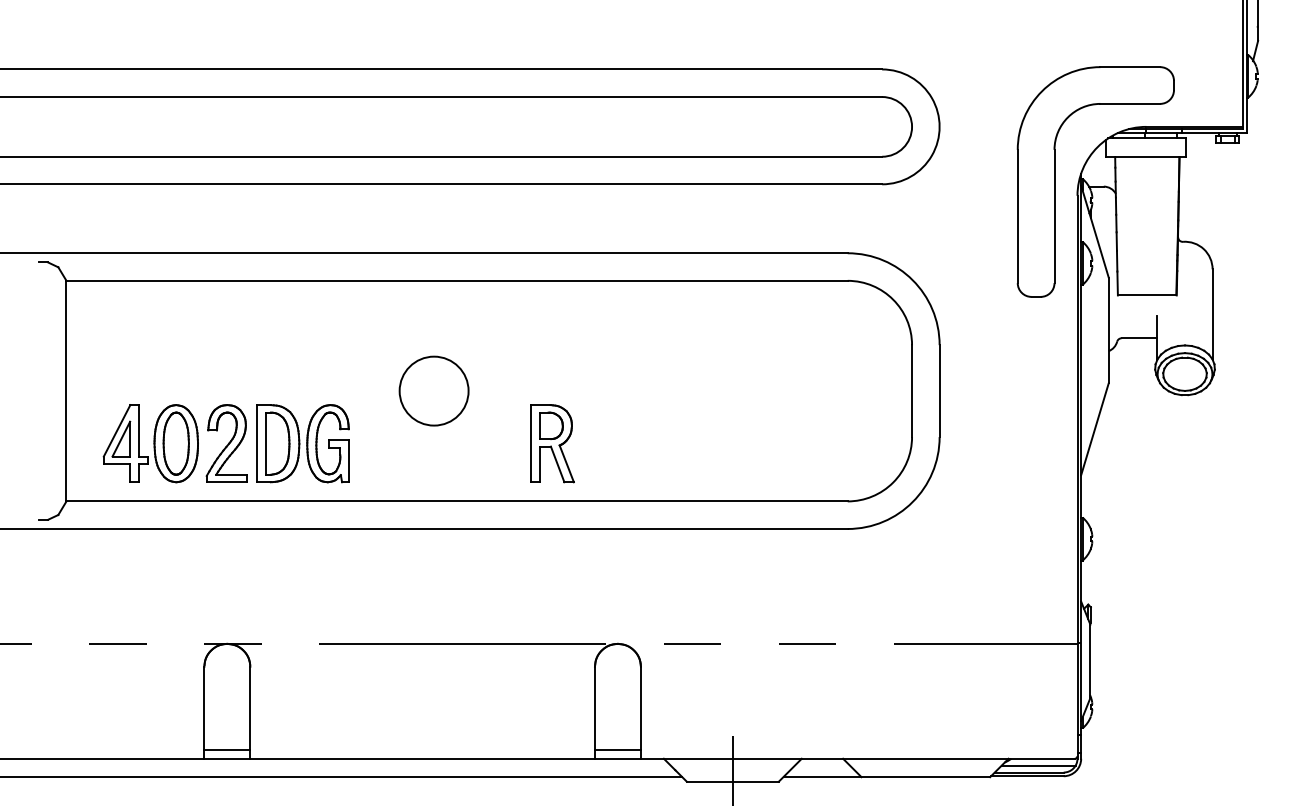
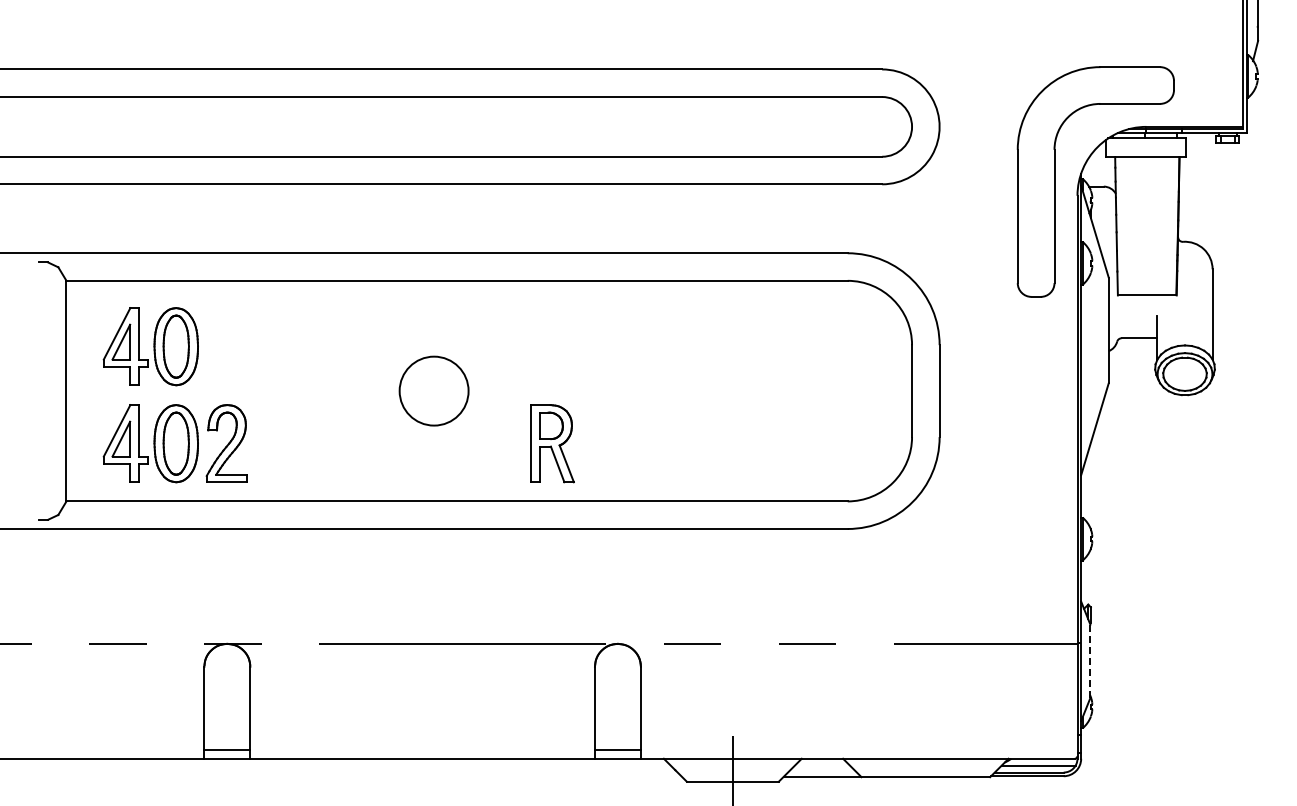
part at (150, 346): none -> present
part at (302, 443): present -> none
line at (1090, 661): solid -> dashed
line at (342, 777): present -> none
